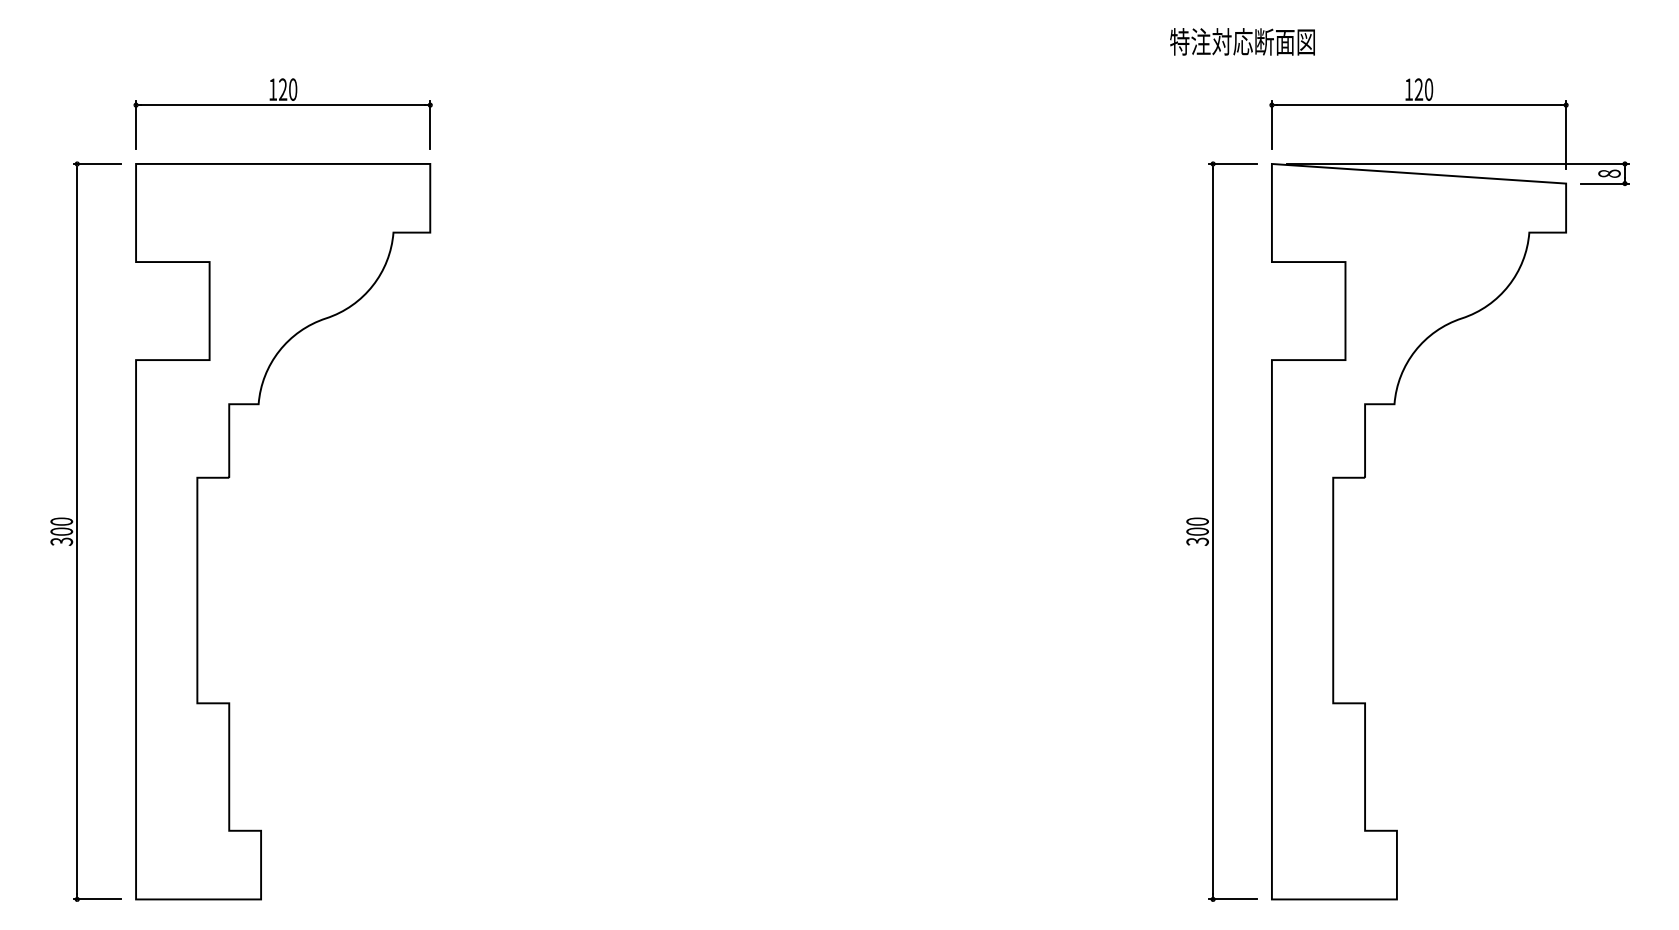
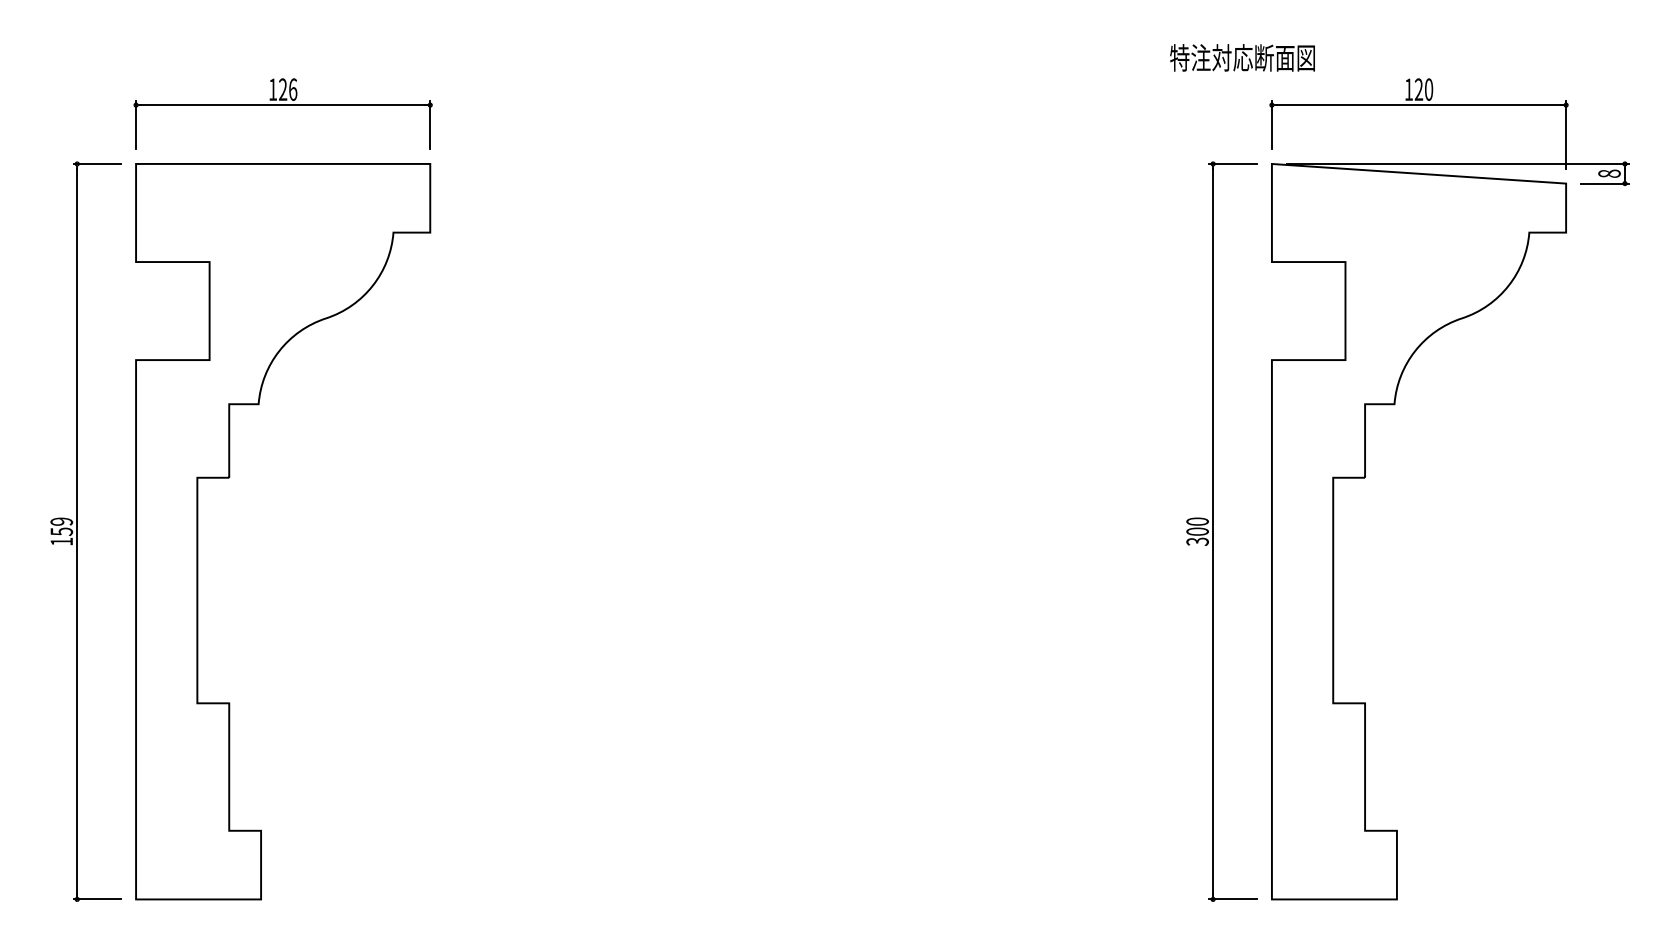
text at (1242, 41) position: (1242, 41) -> (1242, 57)
text at (293, 89): 120 -> 126
text at (61, 531): 300 -> 159
